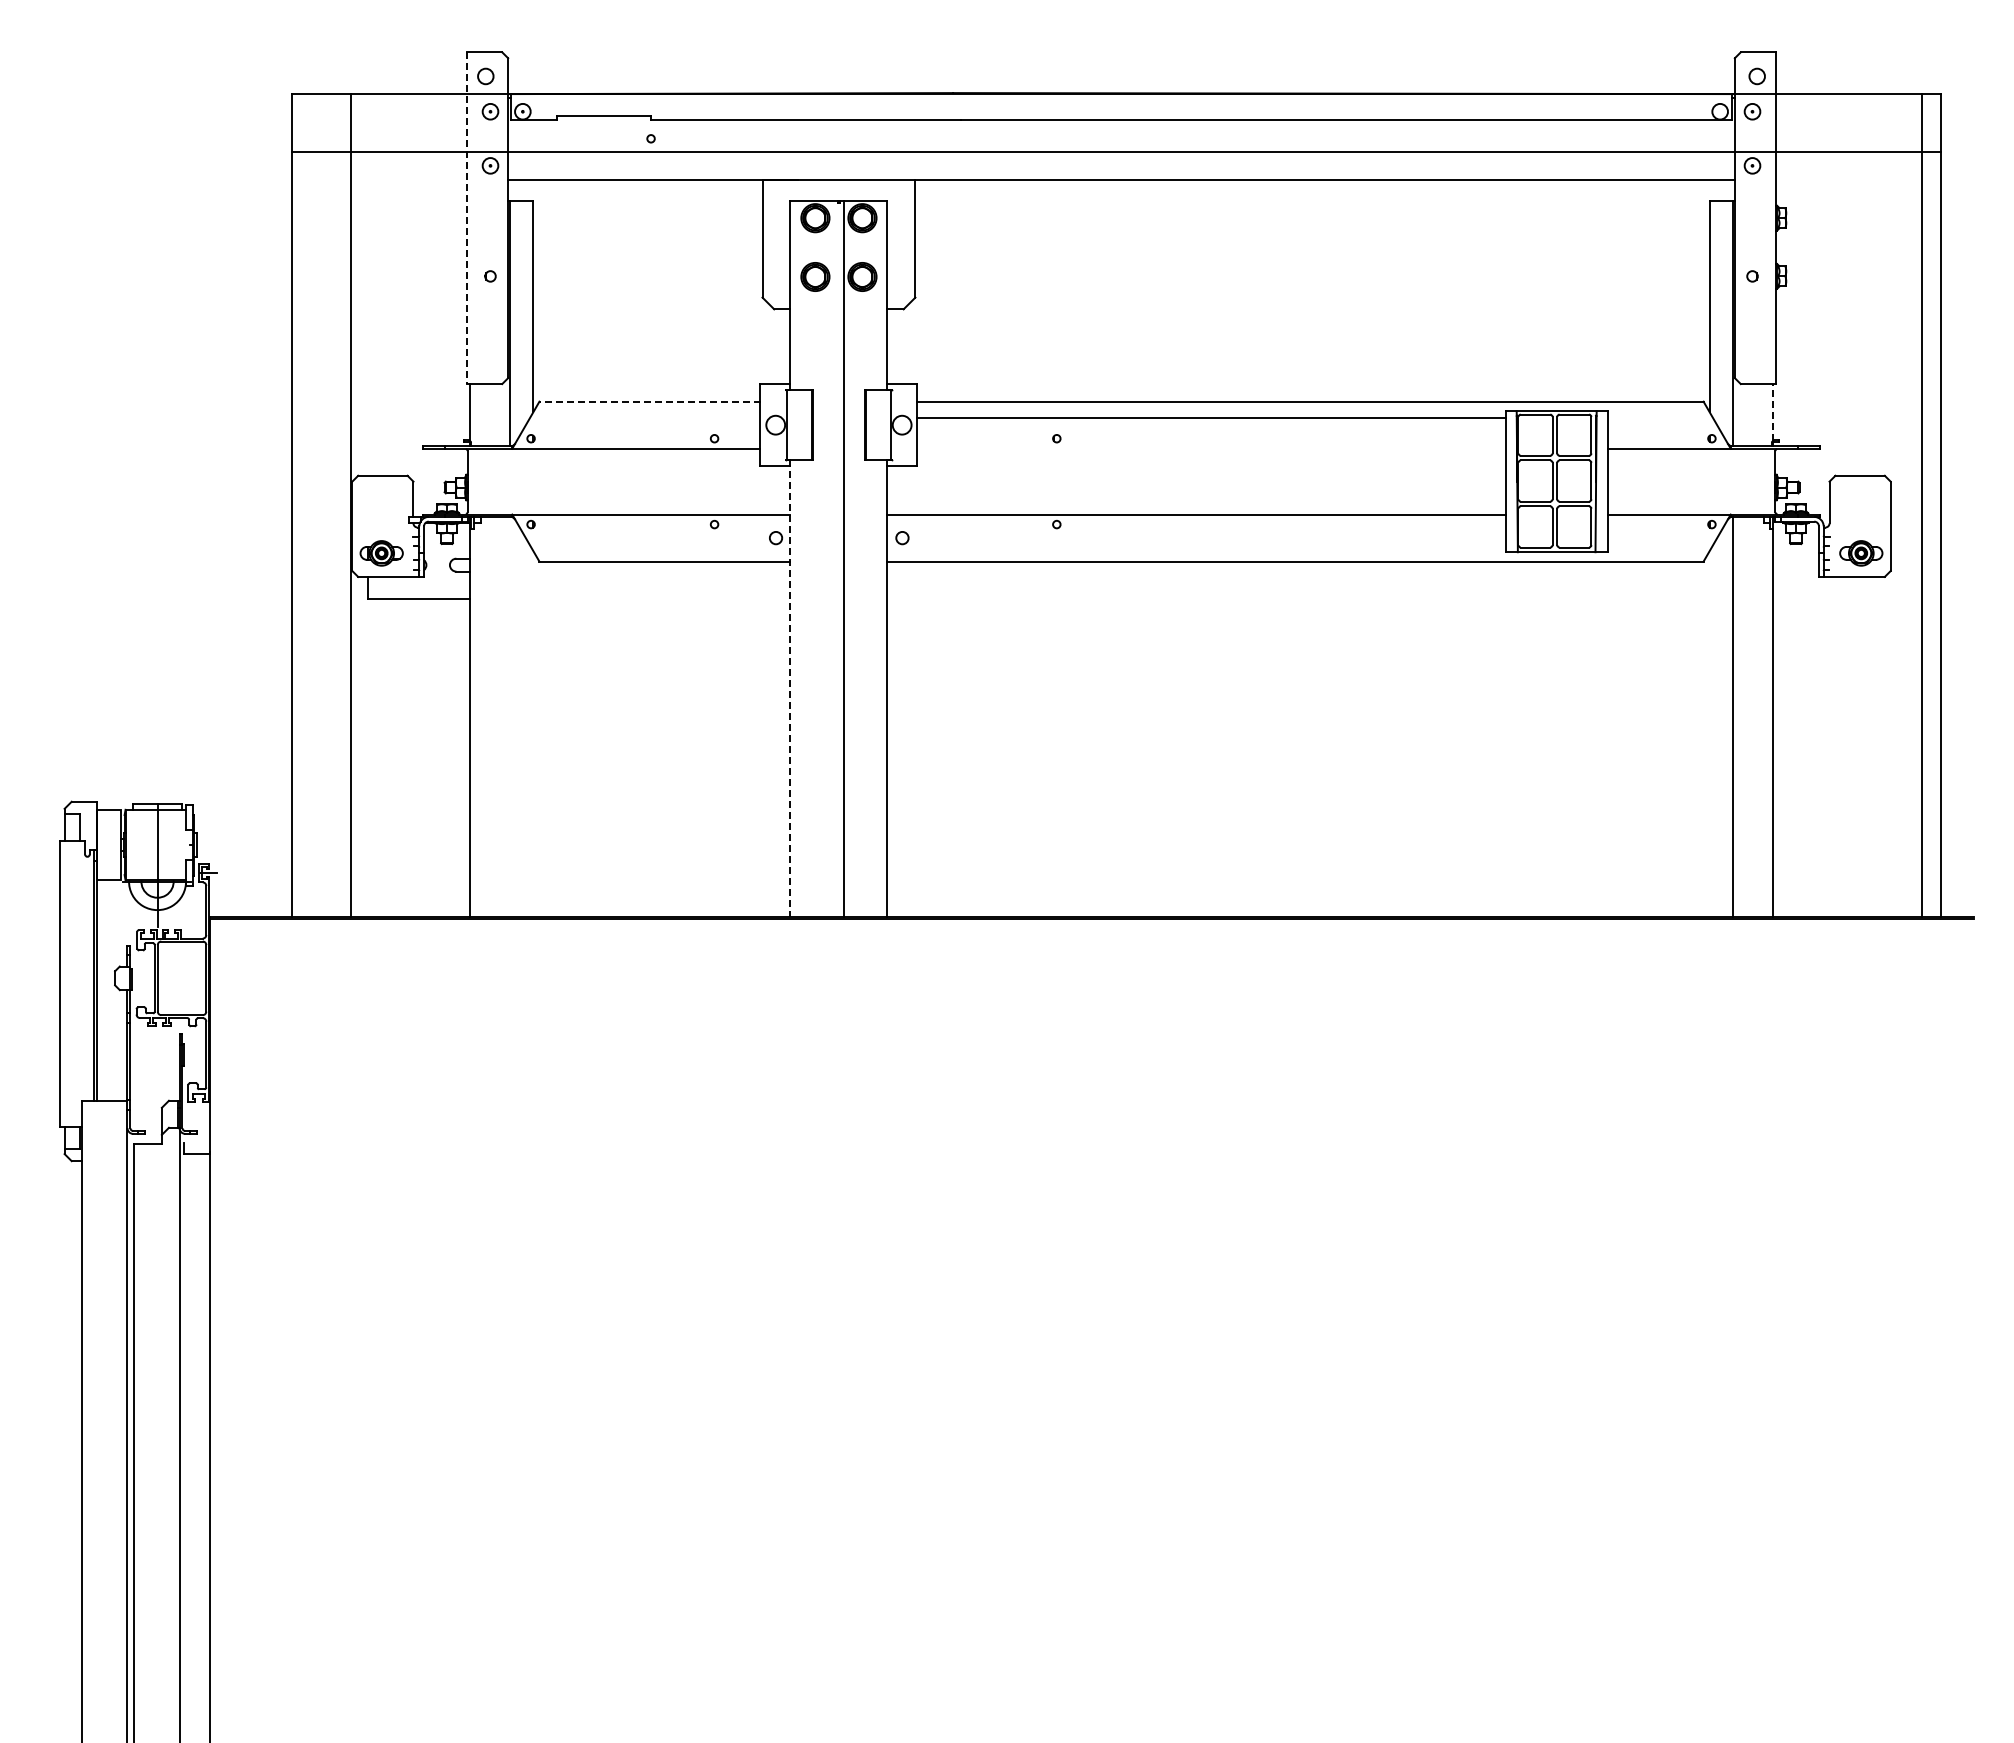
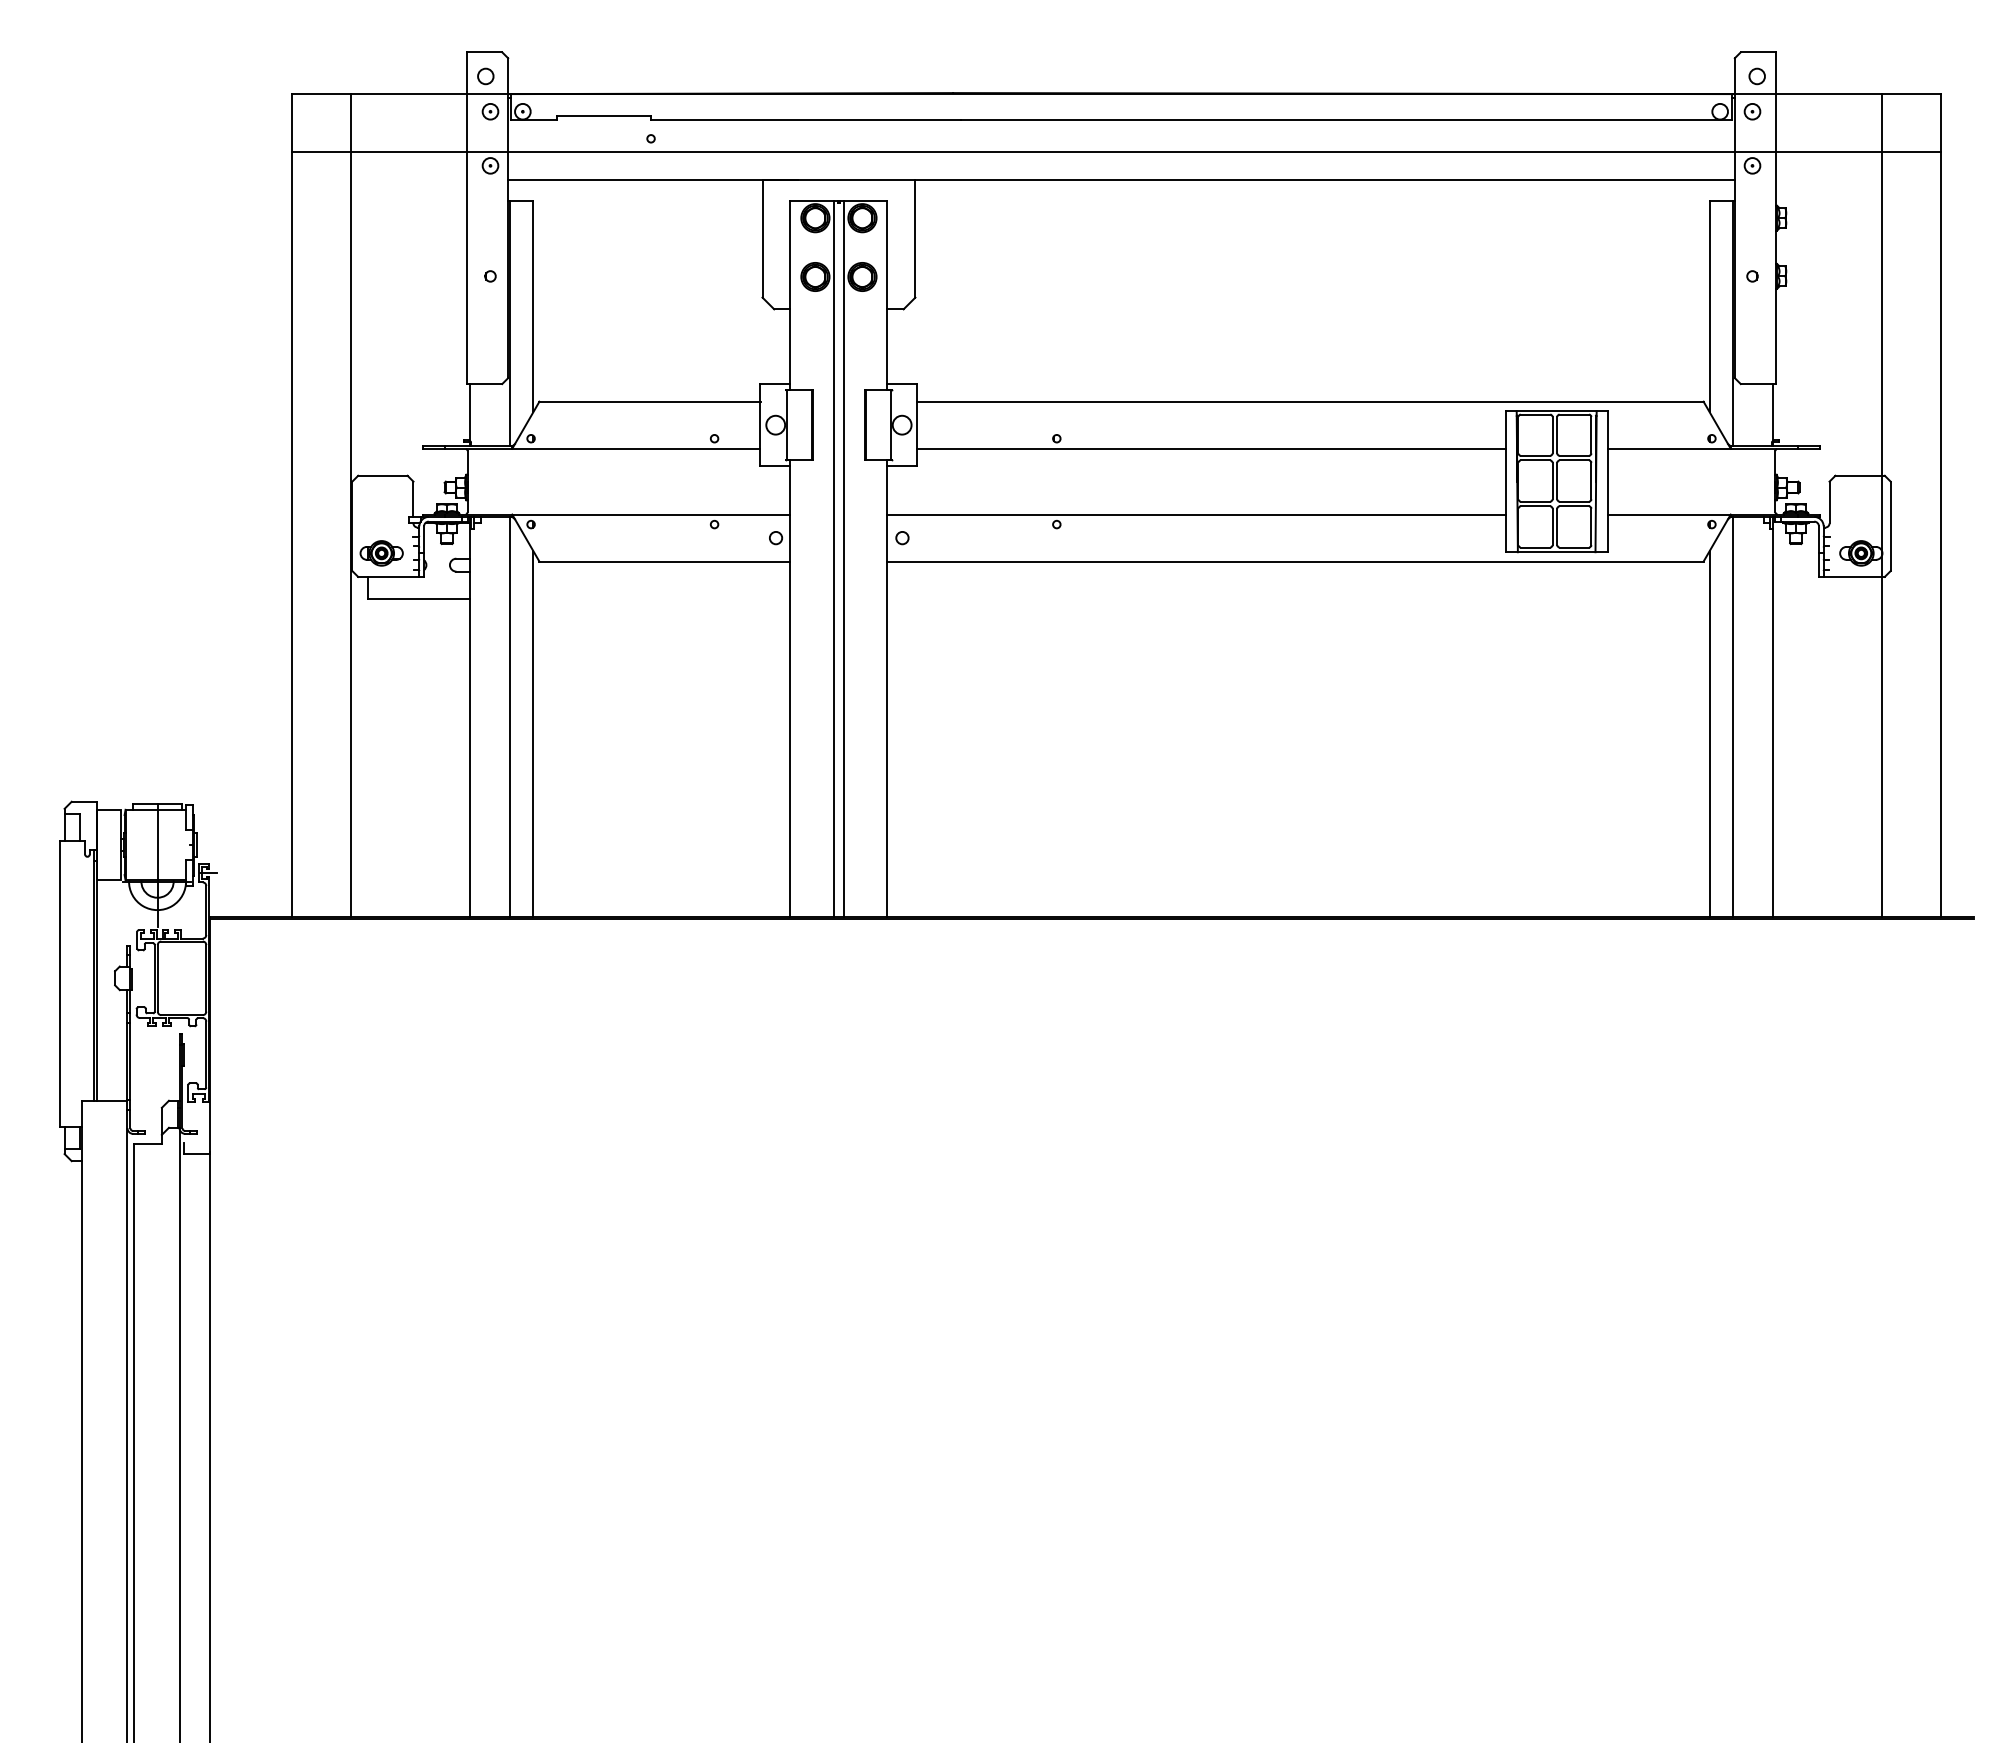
line at (466, 218): dashed -> solid
line at (650, 401): dashed -> solid
line at (1773, 411): dashed -> solid
line at (1211, 417) position: (1211, 417) -> (1211, 448)
line at (1922, 504) position: (1922, 504) -> (1882, 504)
line at (834, 558): none -> present
line at (790, 689): dashed -> solid
line at (509, 716): none -> present
line at (533, 733): none -> present
line at (1709, 733): none -> present
